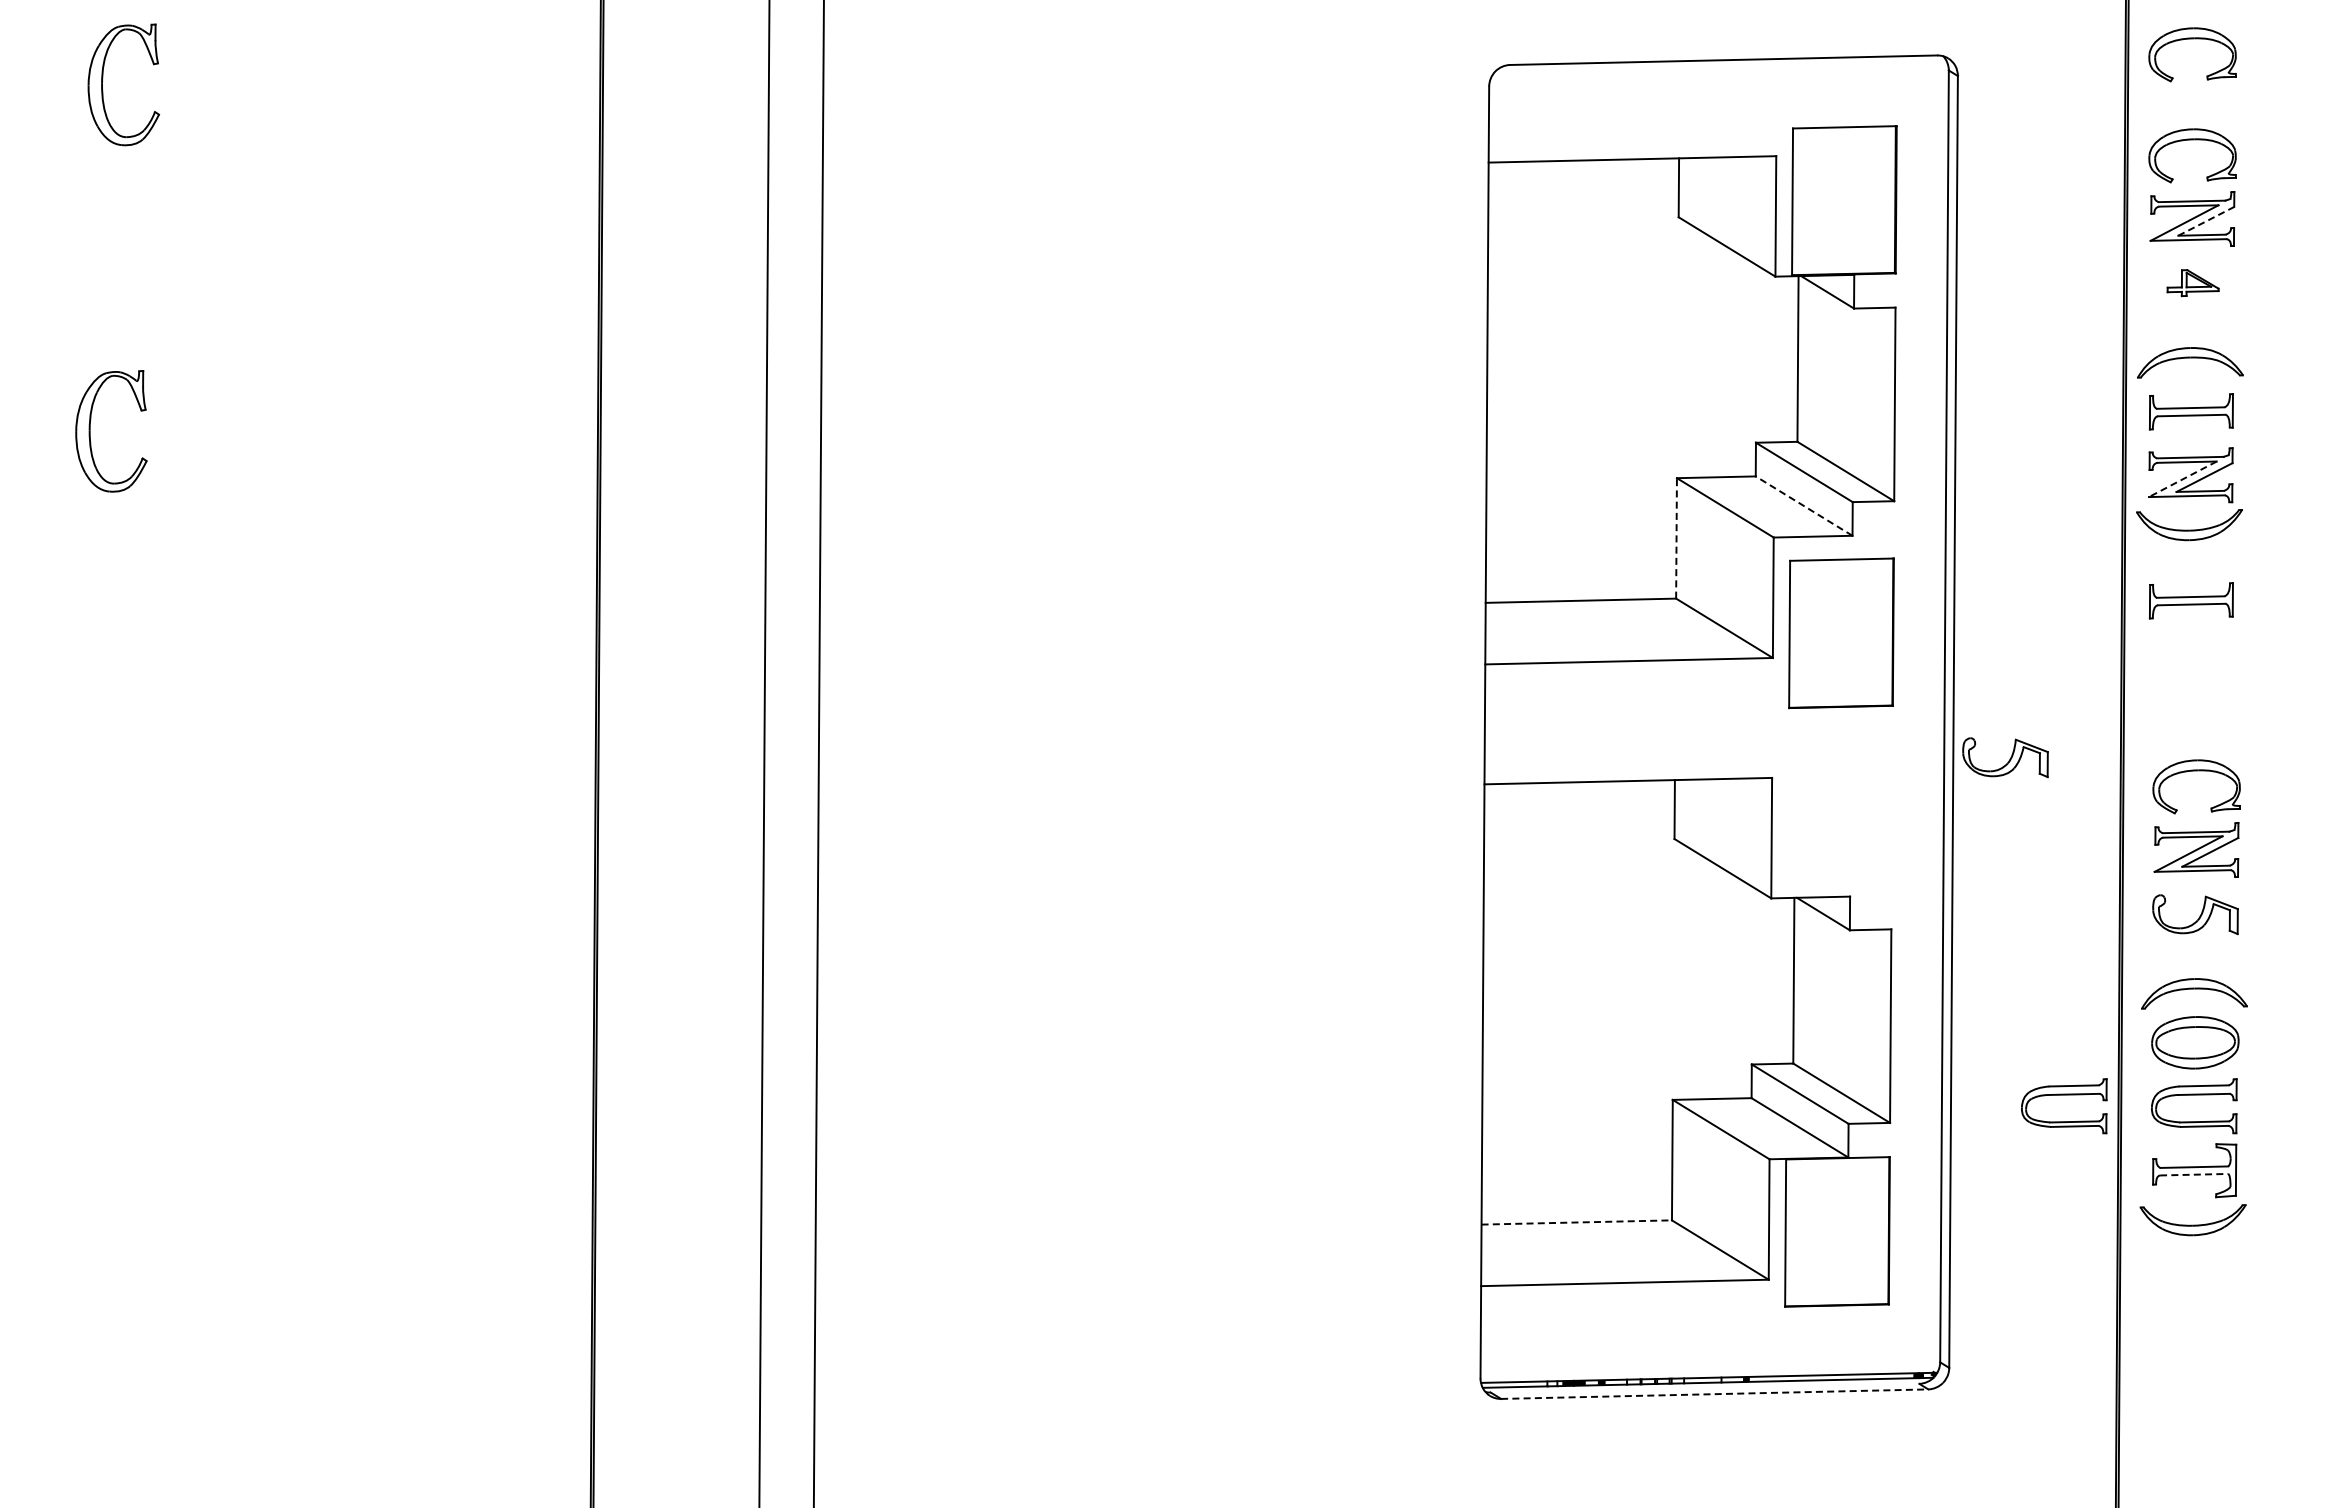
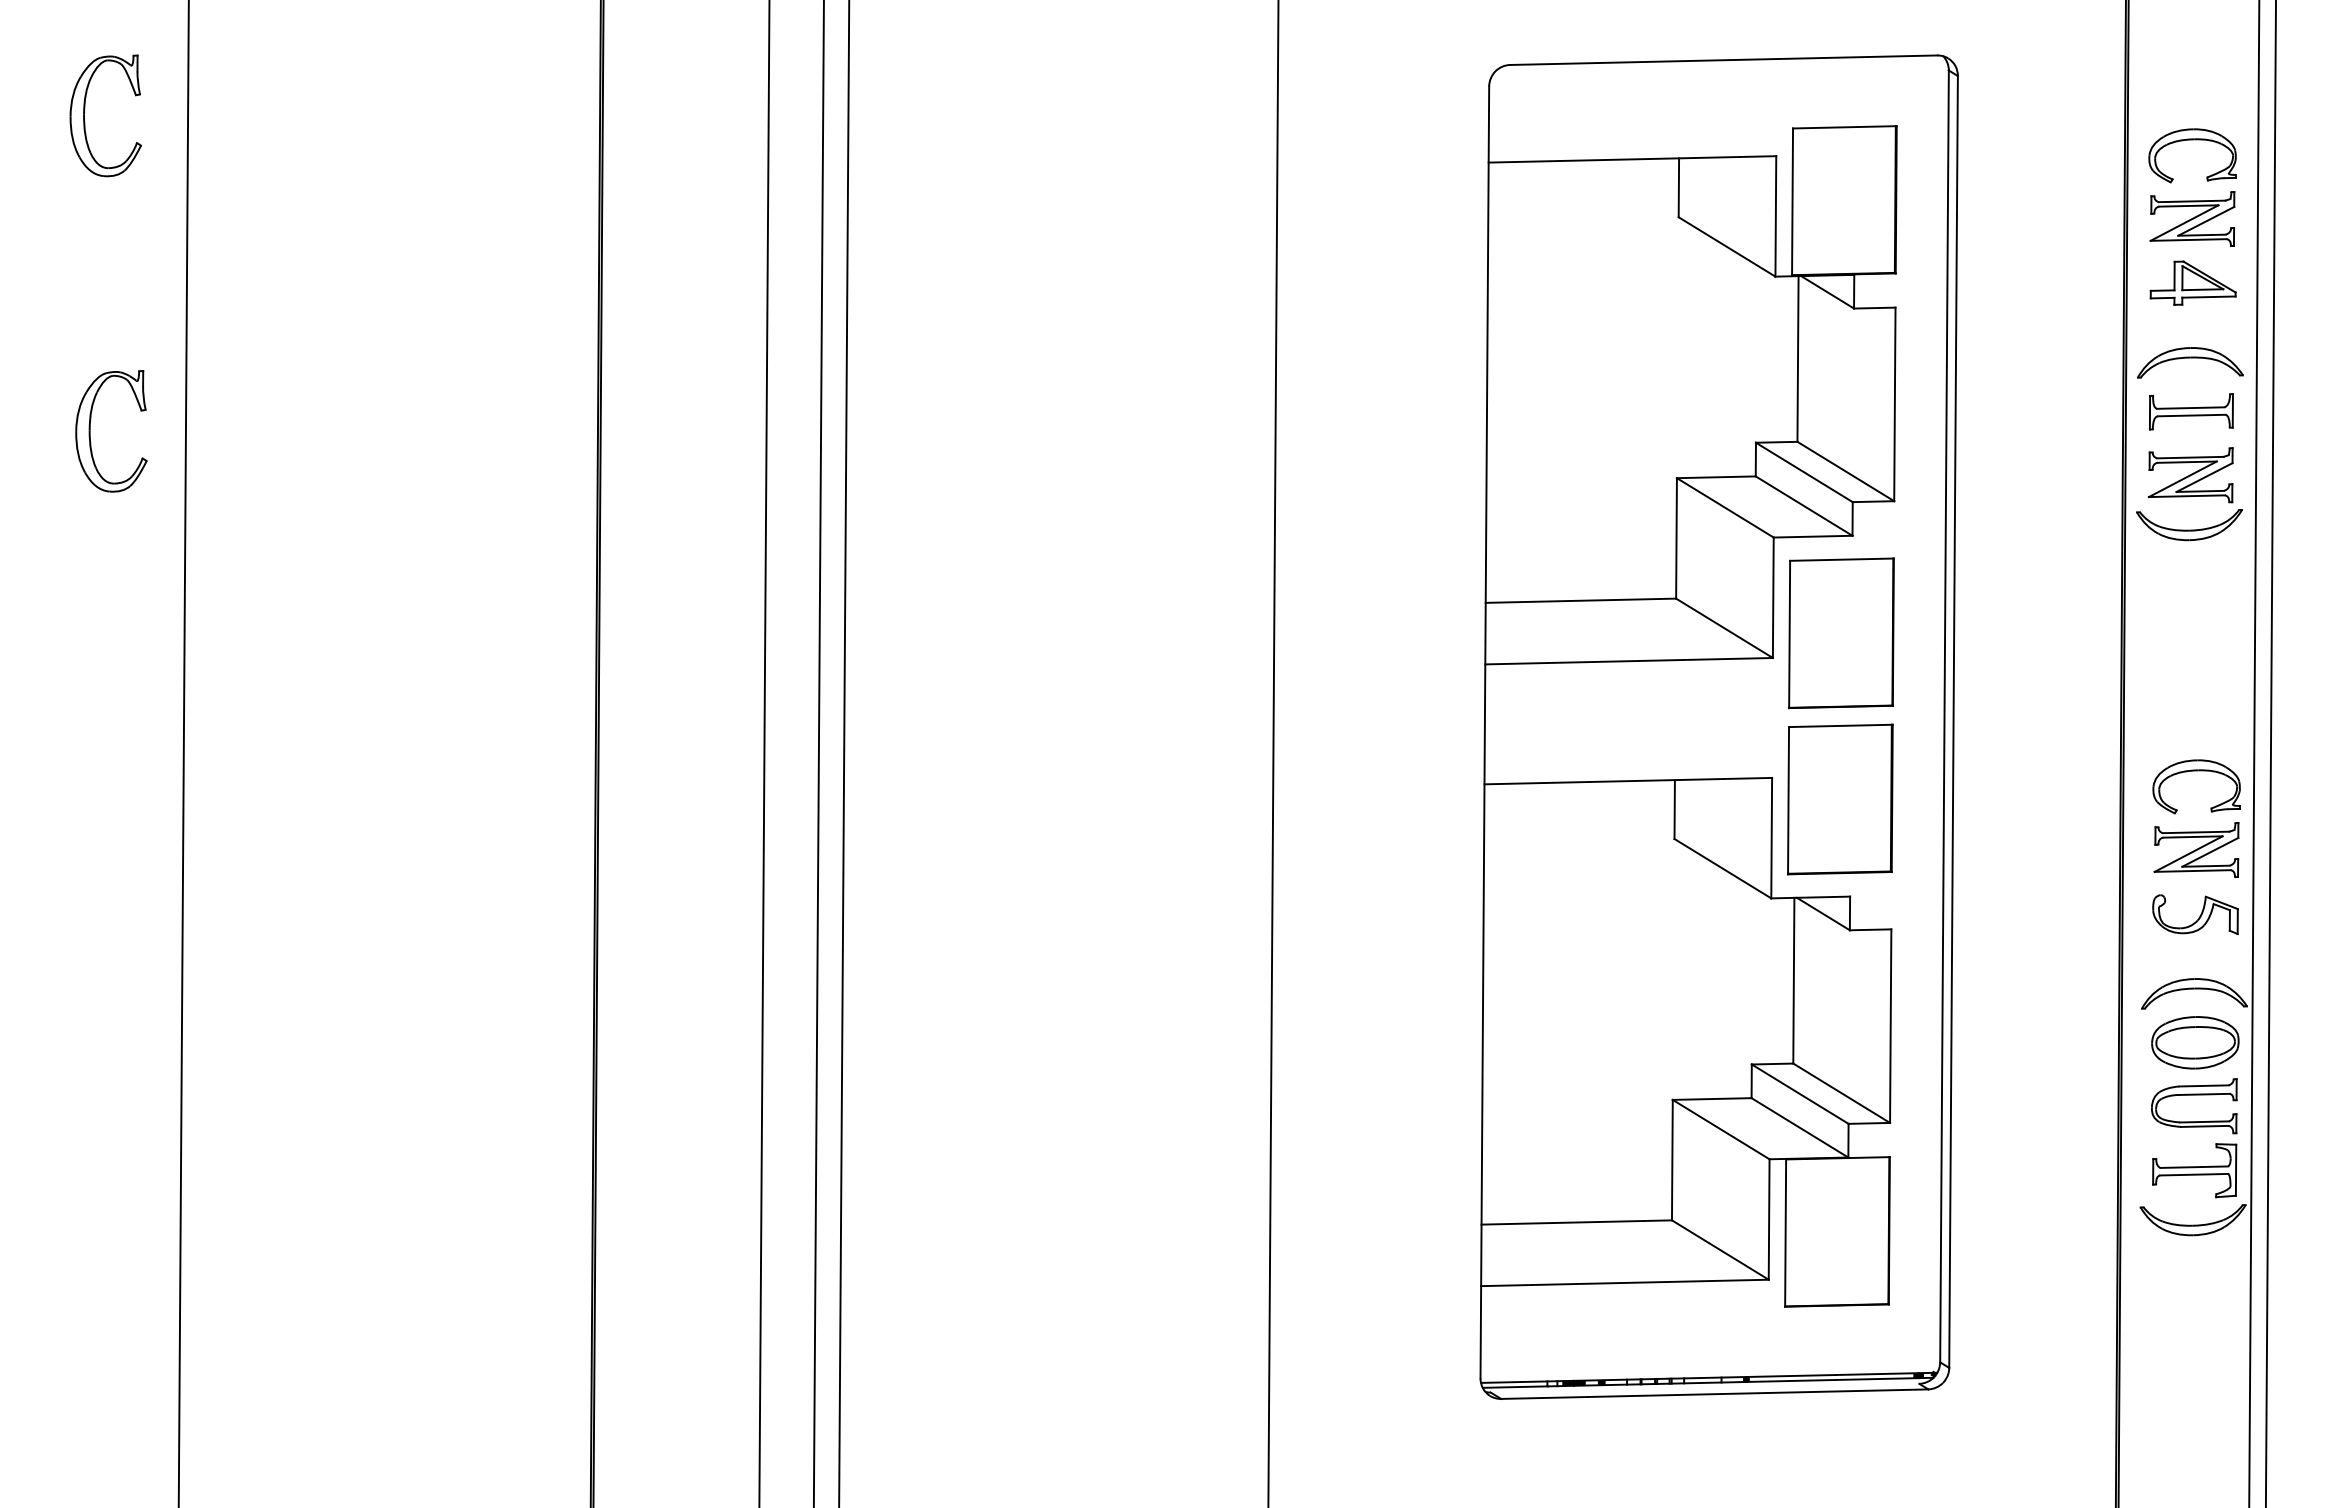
part at (2192, 39): present -> none
part at (103, 78) position: (103, 78) -> (85, 109)
line at (2206, 221): dashed -> solid
part at (2192, 283) size: 54x29 px -> 88x46 px
line at (2182, 479): dashed -> solid
line at (1804, 506): dashed -> solid
line at (1676, 537): dashed -> solid
part at (2190, 600): present -> none
line at (183, 753): none -> present
line at (844, 753): none -> present
line at (1273, 753): none -> present
line at (2254, 753): none -> present
line at (2270, 753): none -> present
part at (2005, 757): present -> none
part at (1840, 799): none -> present
part at (2064, 1095): present -> none
line at (2194, 1174): dashed -> solid
line at (1577, 1222): dashed -> solid
line at (1714, 1394): dashed -> solid
